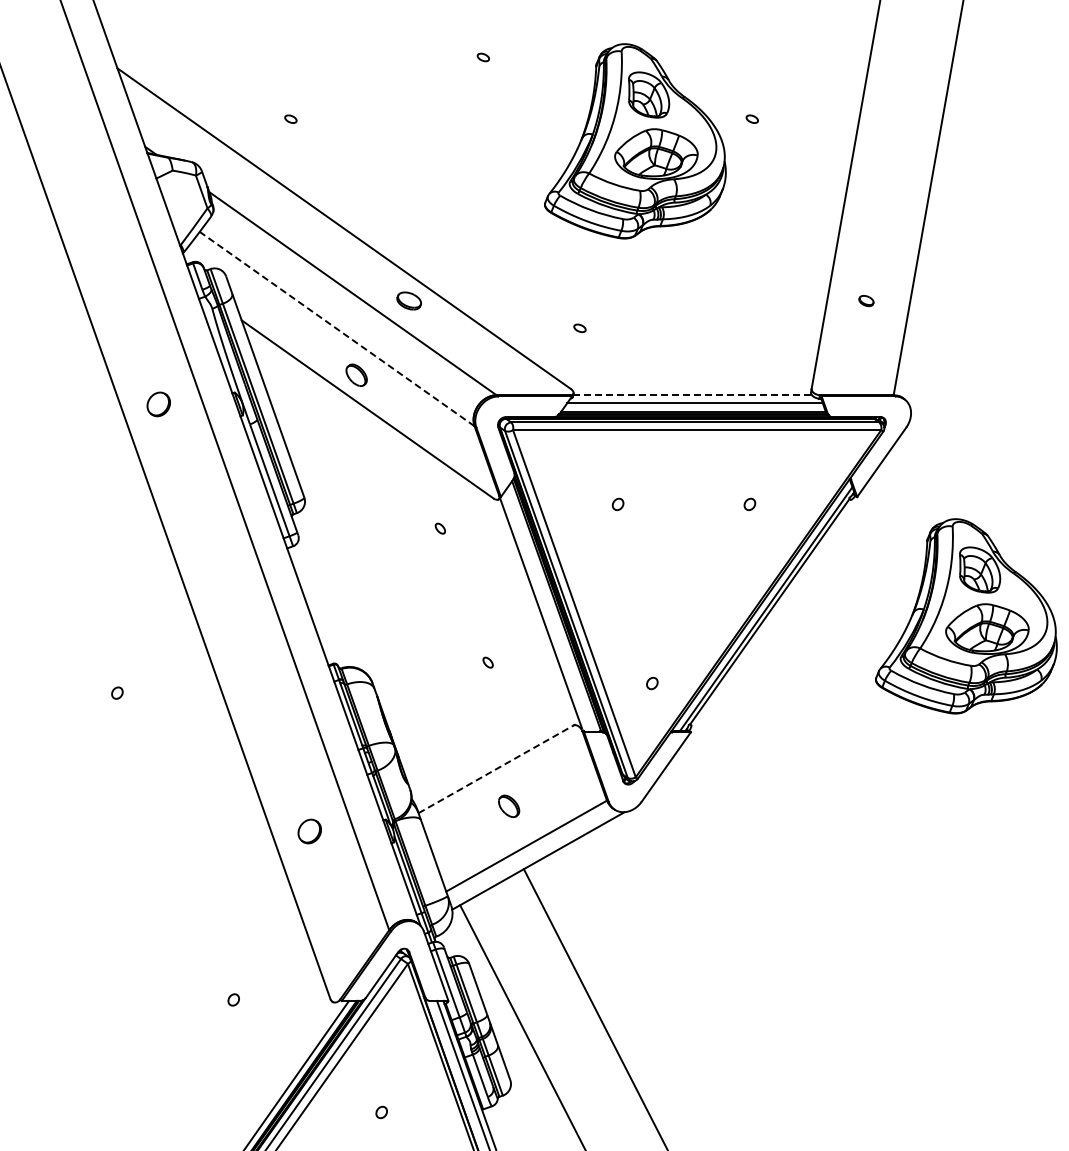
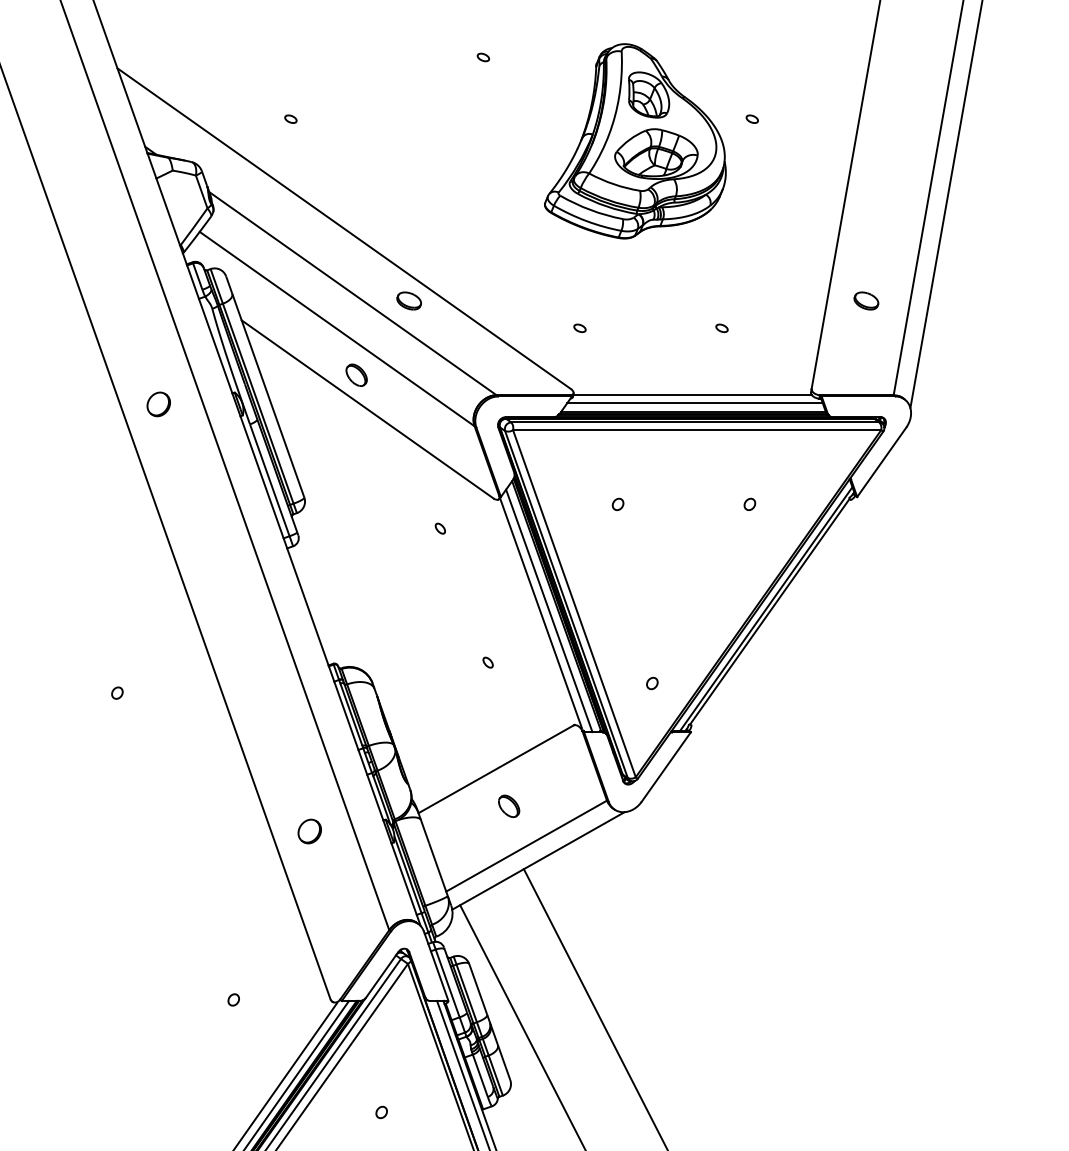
line at (946, 205): none -> present
part at (866, 300) size: 17x12 px -> 27x20 px
line at (336, 328): dashed -> solid
part at (721, 328): none -> present
line at (693, 394): dashed -> solid
line at (549, 610): none -> present
part at (966, 616): present -> none
line at (496, 769): dashed -> solid
line at (286, 1074): none -> present
